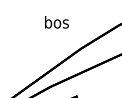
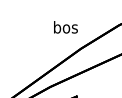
text at (56, 22) position: (56, 22) -> (65, 27)
